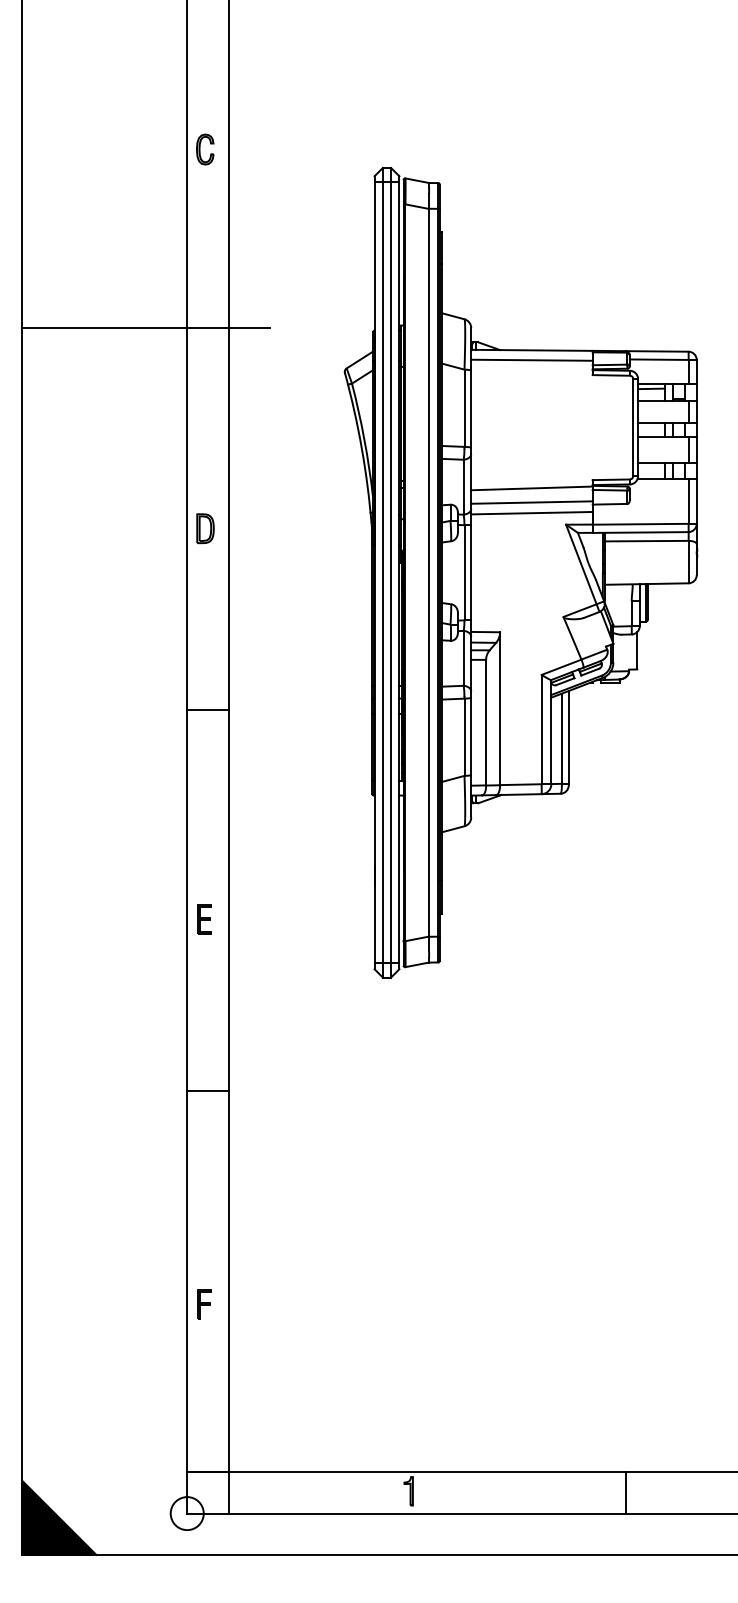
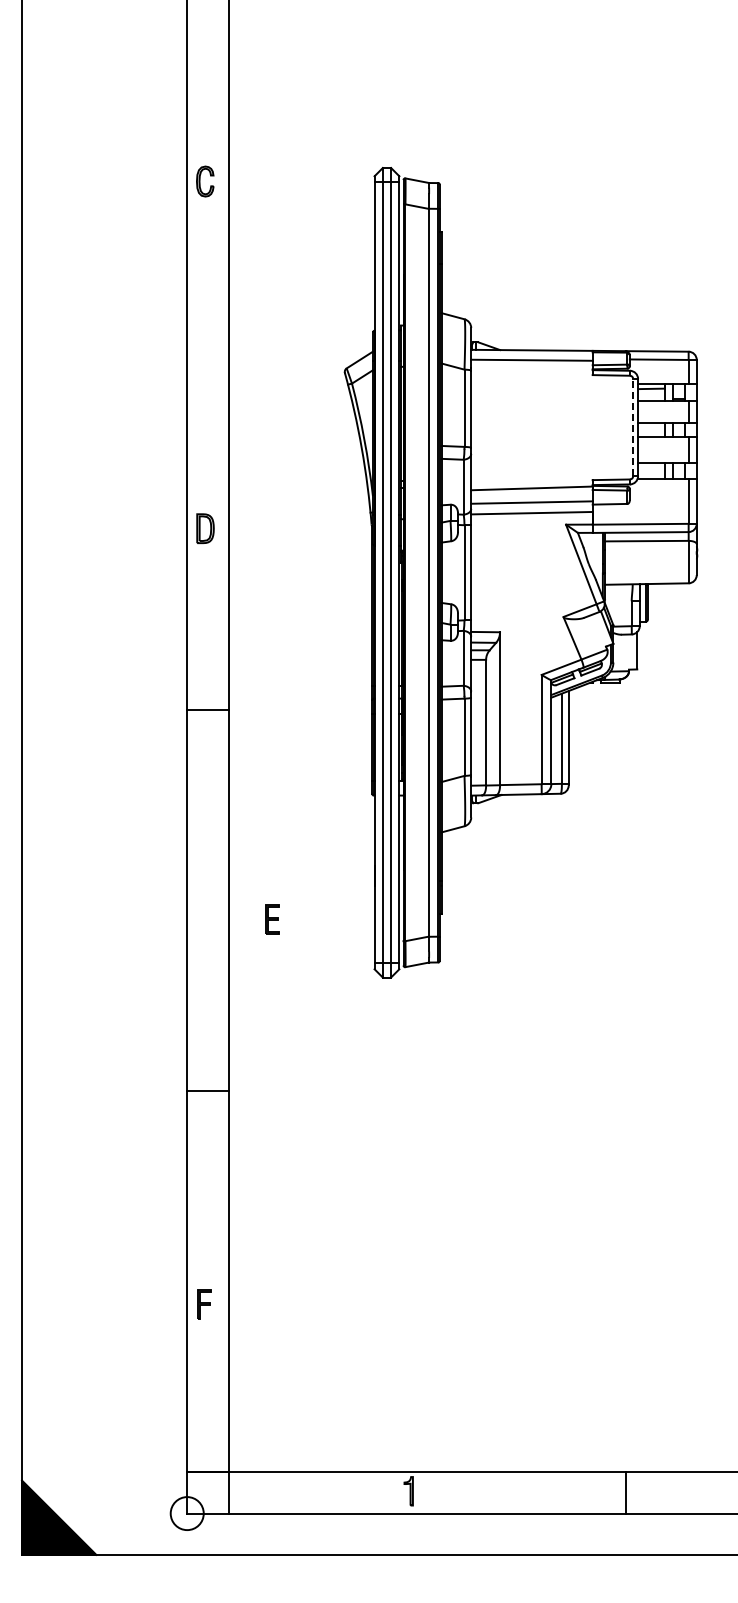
part at (205, 149) position: (205, 149) -> (205, 181)
line at (145, 328): present -> none
line at (633, 427): solid -> dashed
part at (204, 919) position: (204, 919) -> (272, 919)
